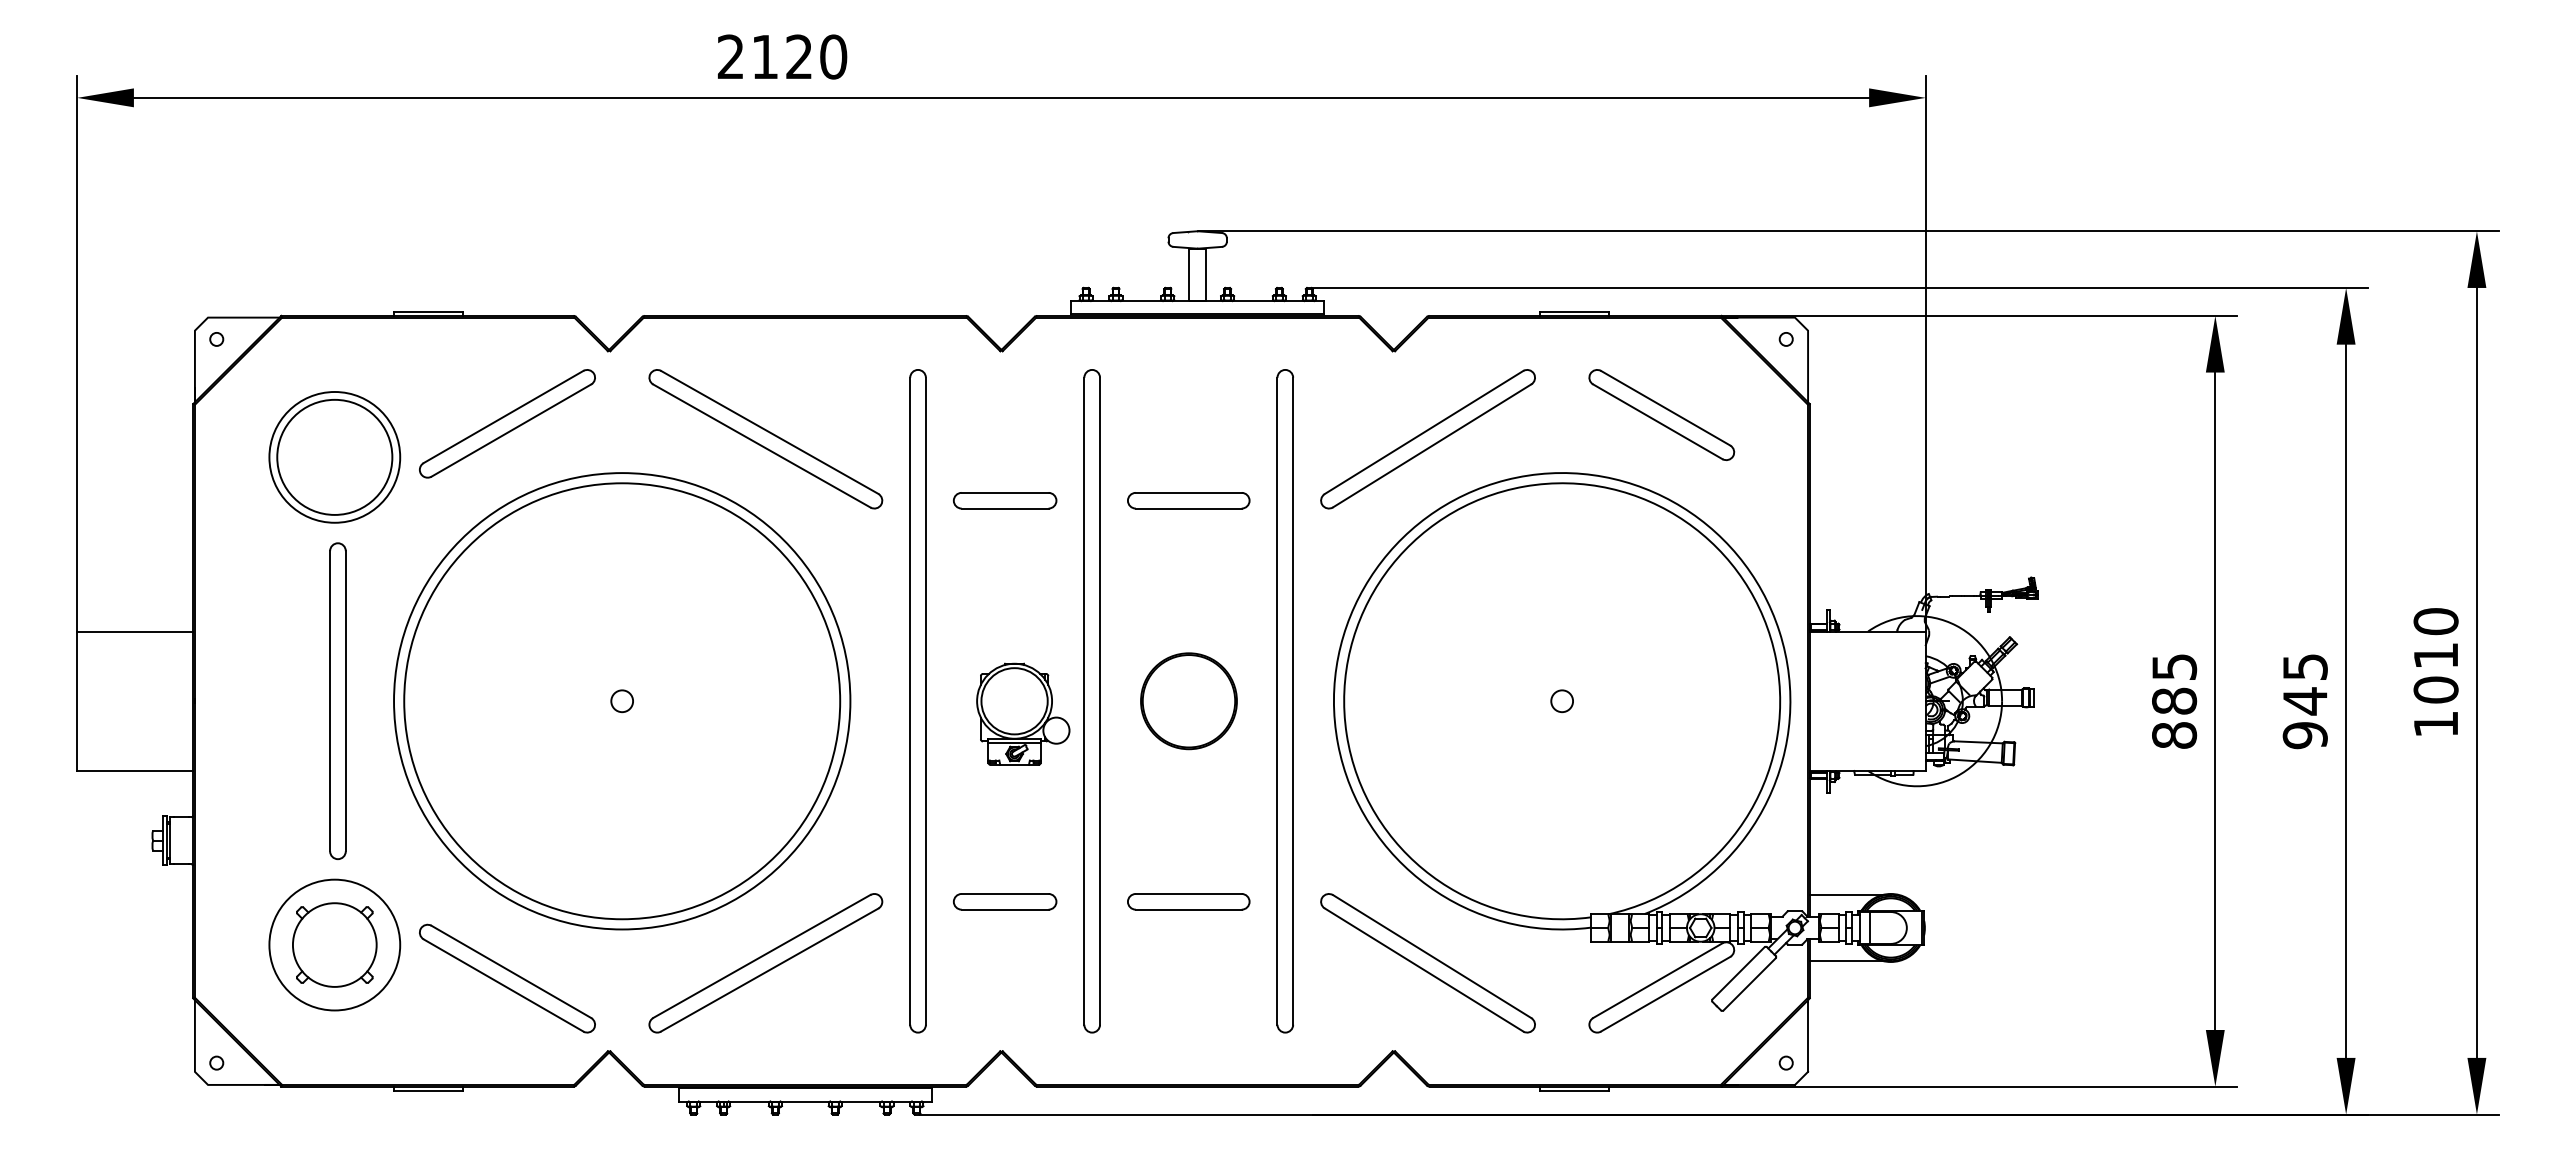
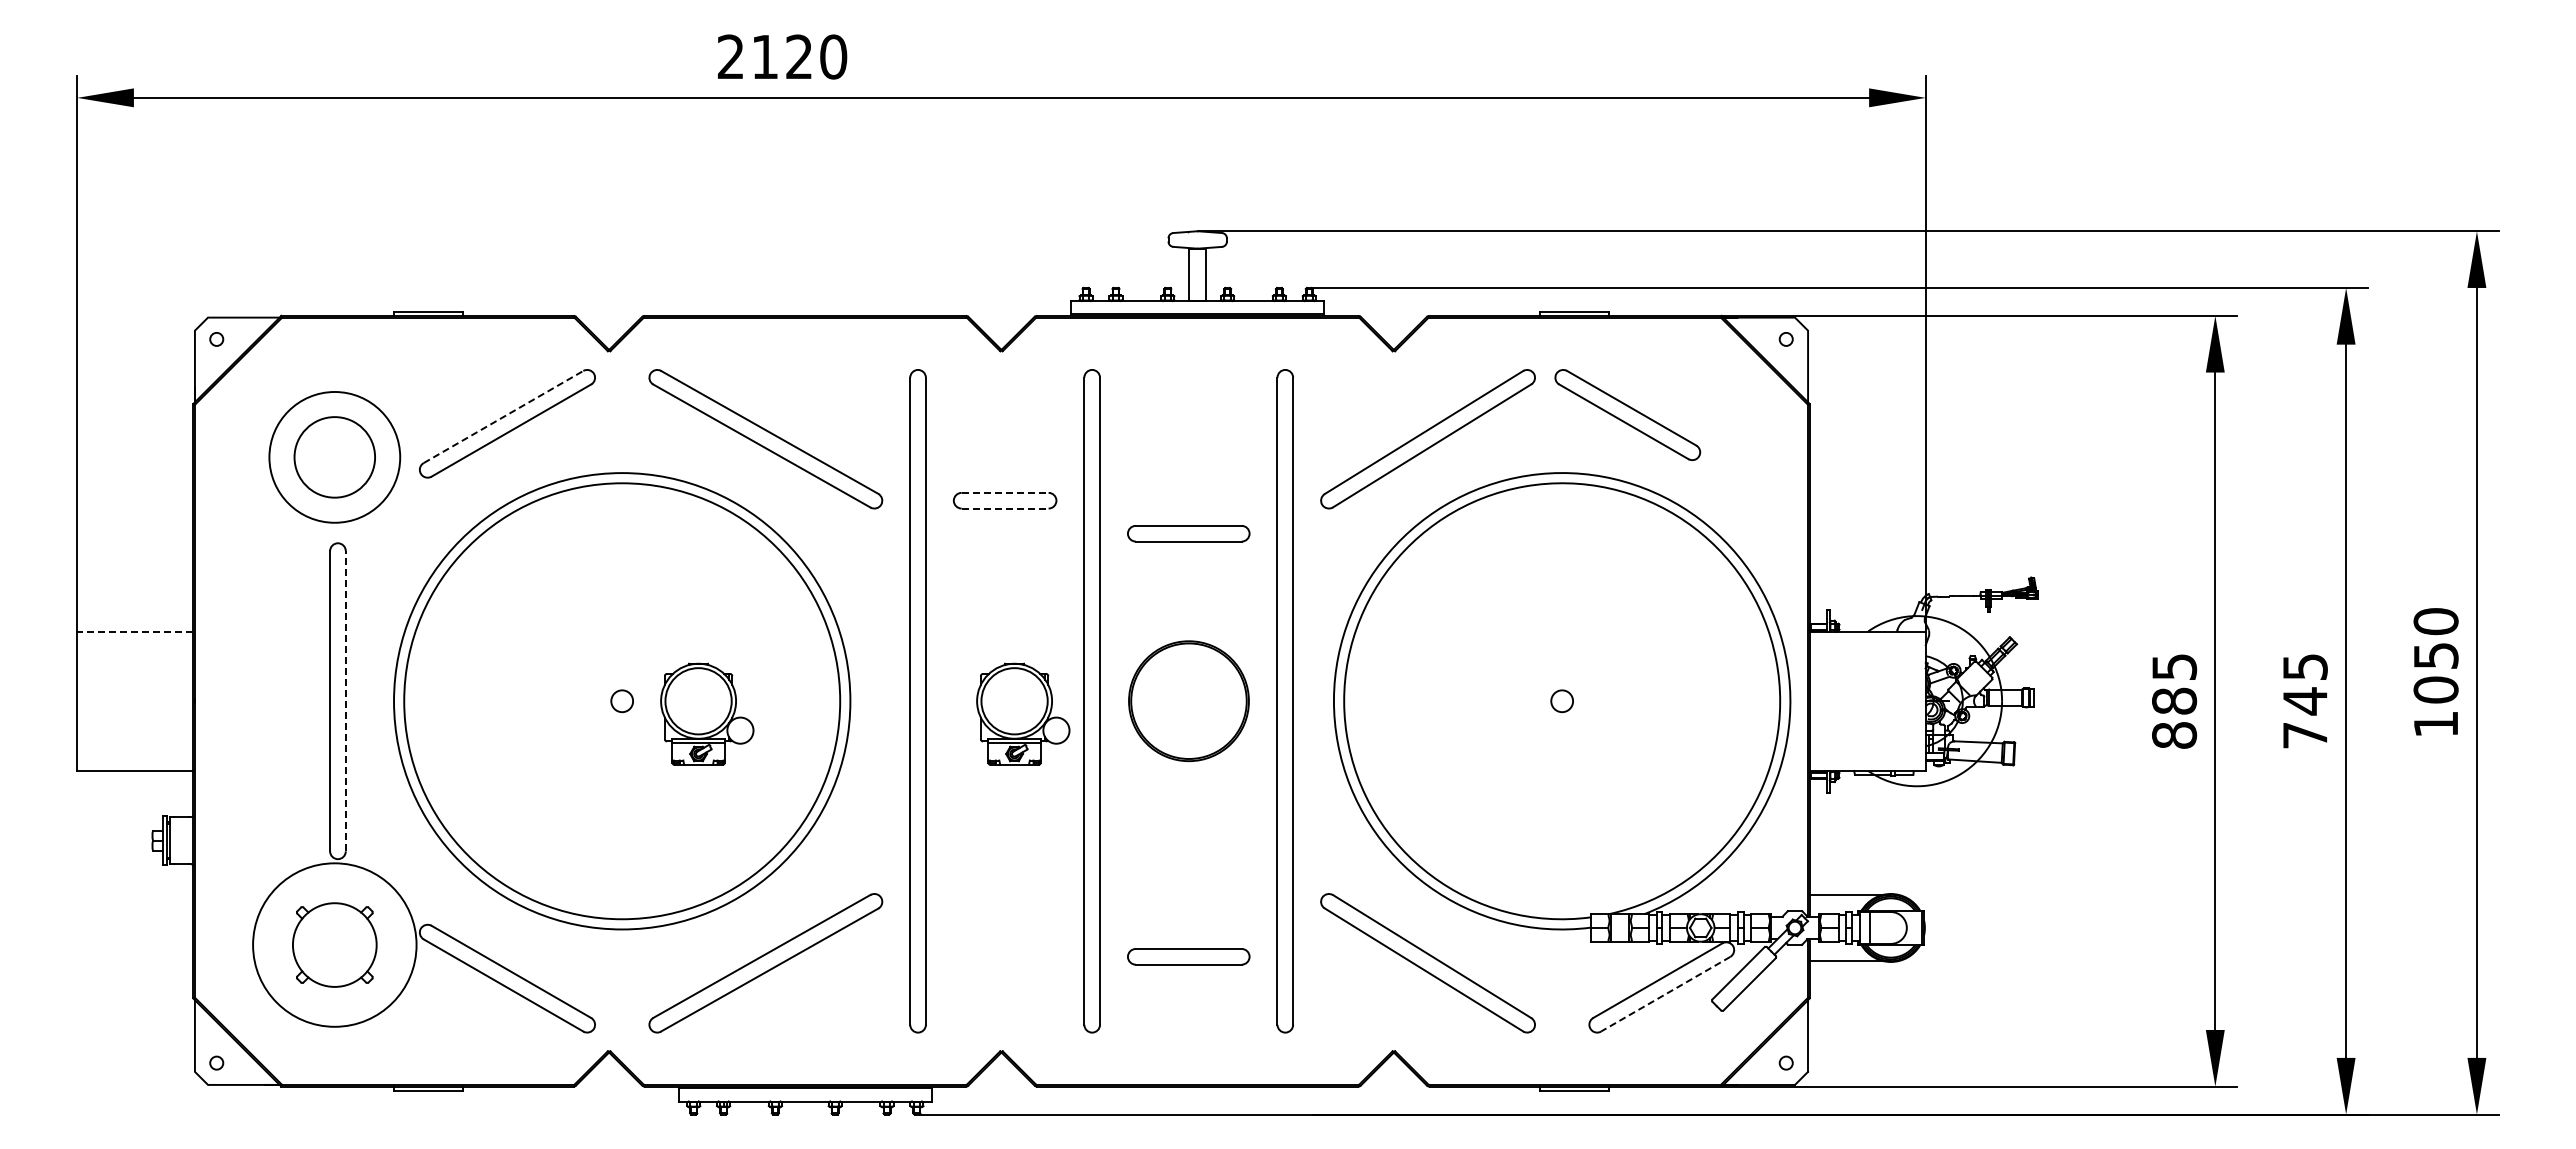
part at (1661, 415) position: (1661, 415) -> (1627, 415)
line at (503, 416): solid -> dashed
circle at (334, 456) diameter: 115 px -> 81 px
line at (1005, 492): solid -> dashed
part at (1188, 500) position: (1188, 500) -> (1188, 533)
line at (1005, 508): solid -> dashed
line at (135, 631): solid -> dashed
text at (2436, 655): 1010 -> 1050
line at (345, 700): solid -> dashed
part at (1188, 701) size: 98x99 px -> 122x123 px
part at (707, 713): none -> present
text at (2304, 735): 945 -> 745
part at (1005, 901): present -> none
part at (1188, 901) position: (1188, 901) -> (1188, 956)
circle at (334, 944) diameter: 131 px -> 163 px
line at (1665, 994): solid -> dashed
